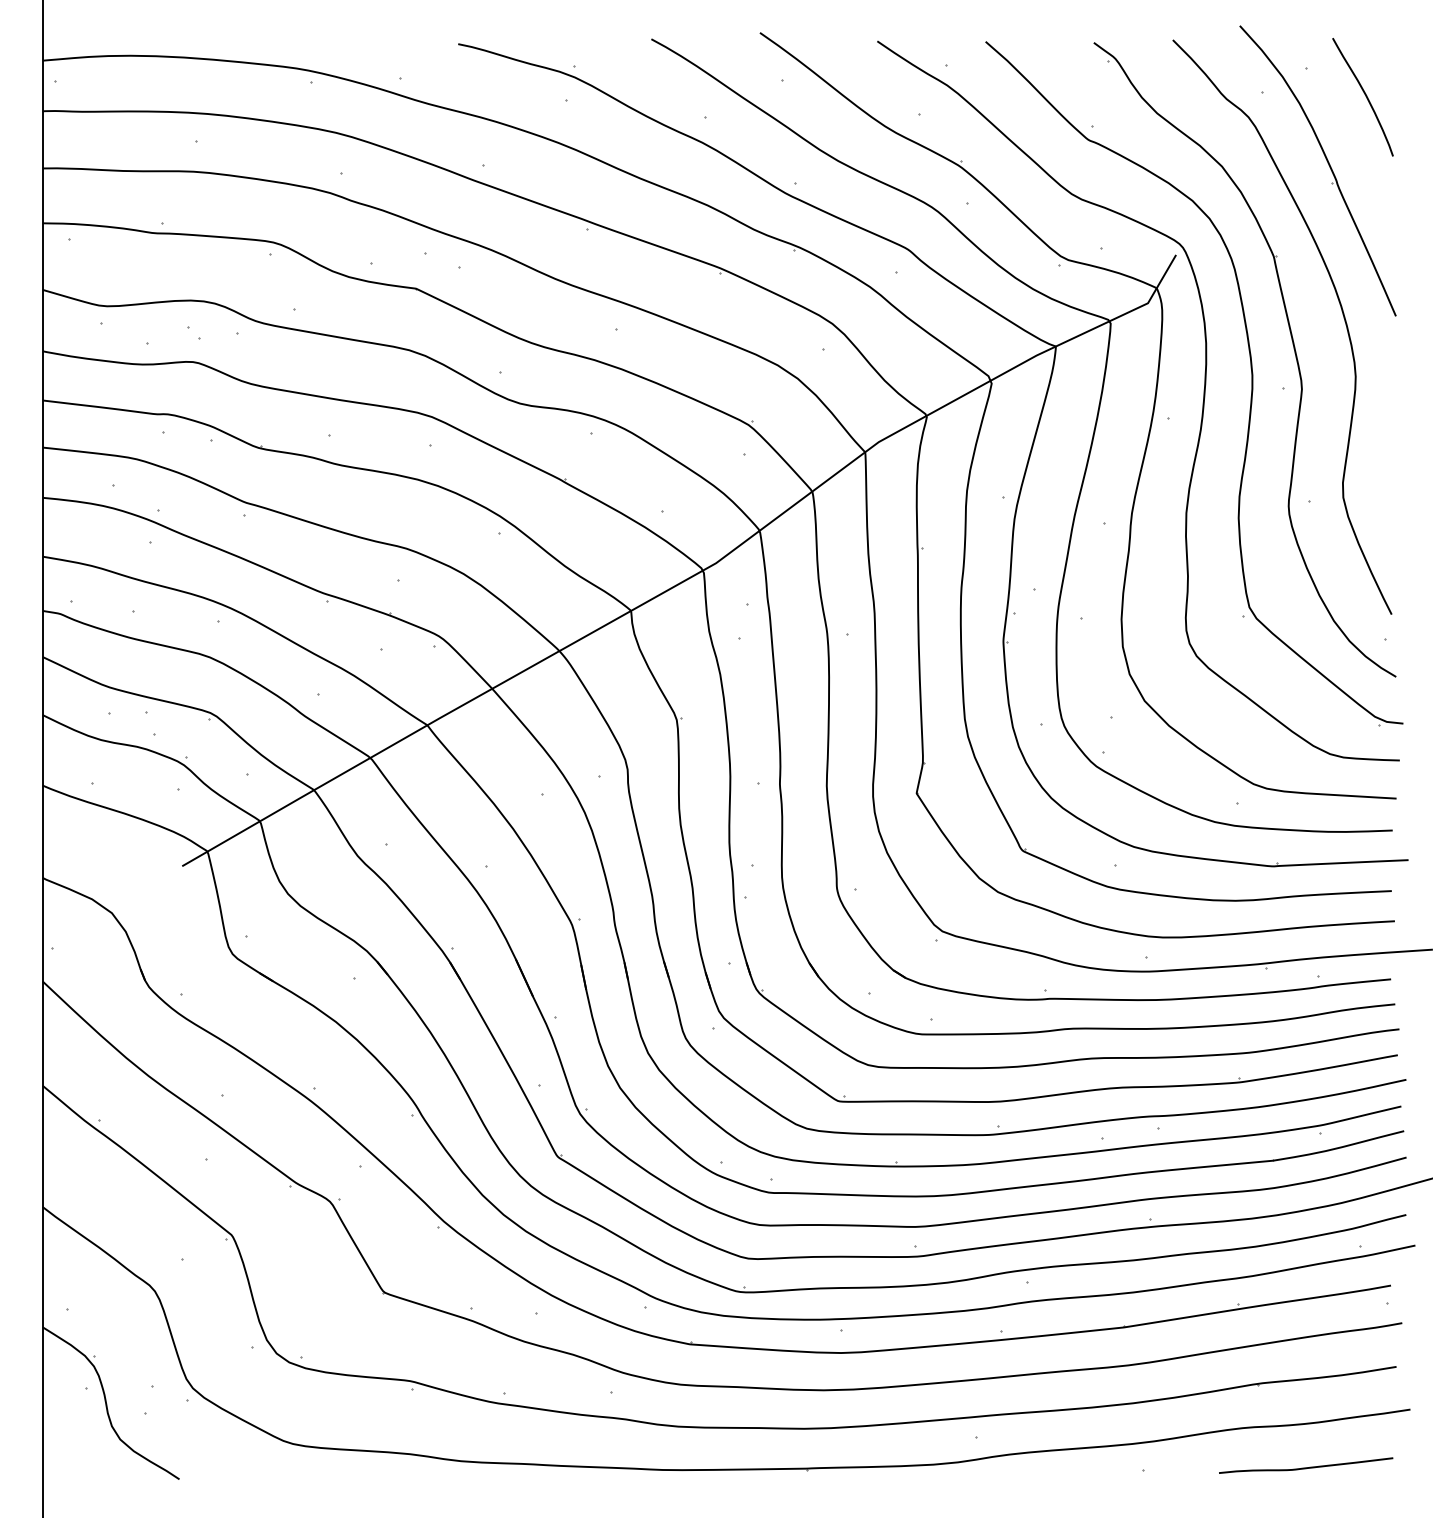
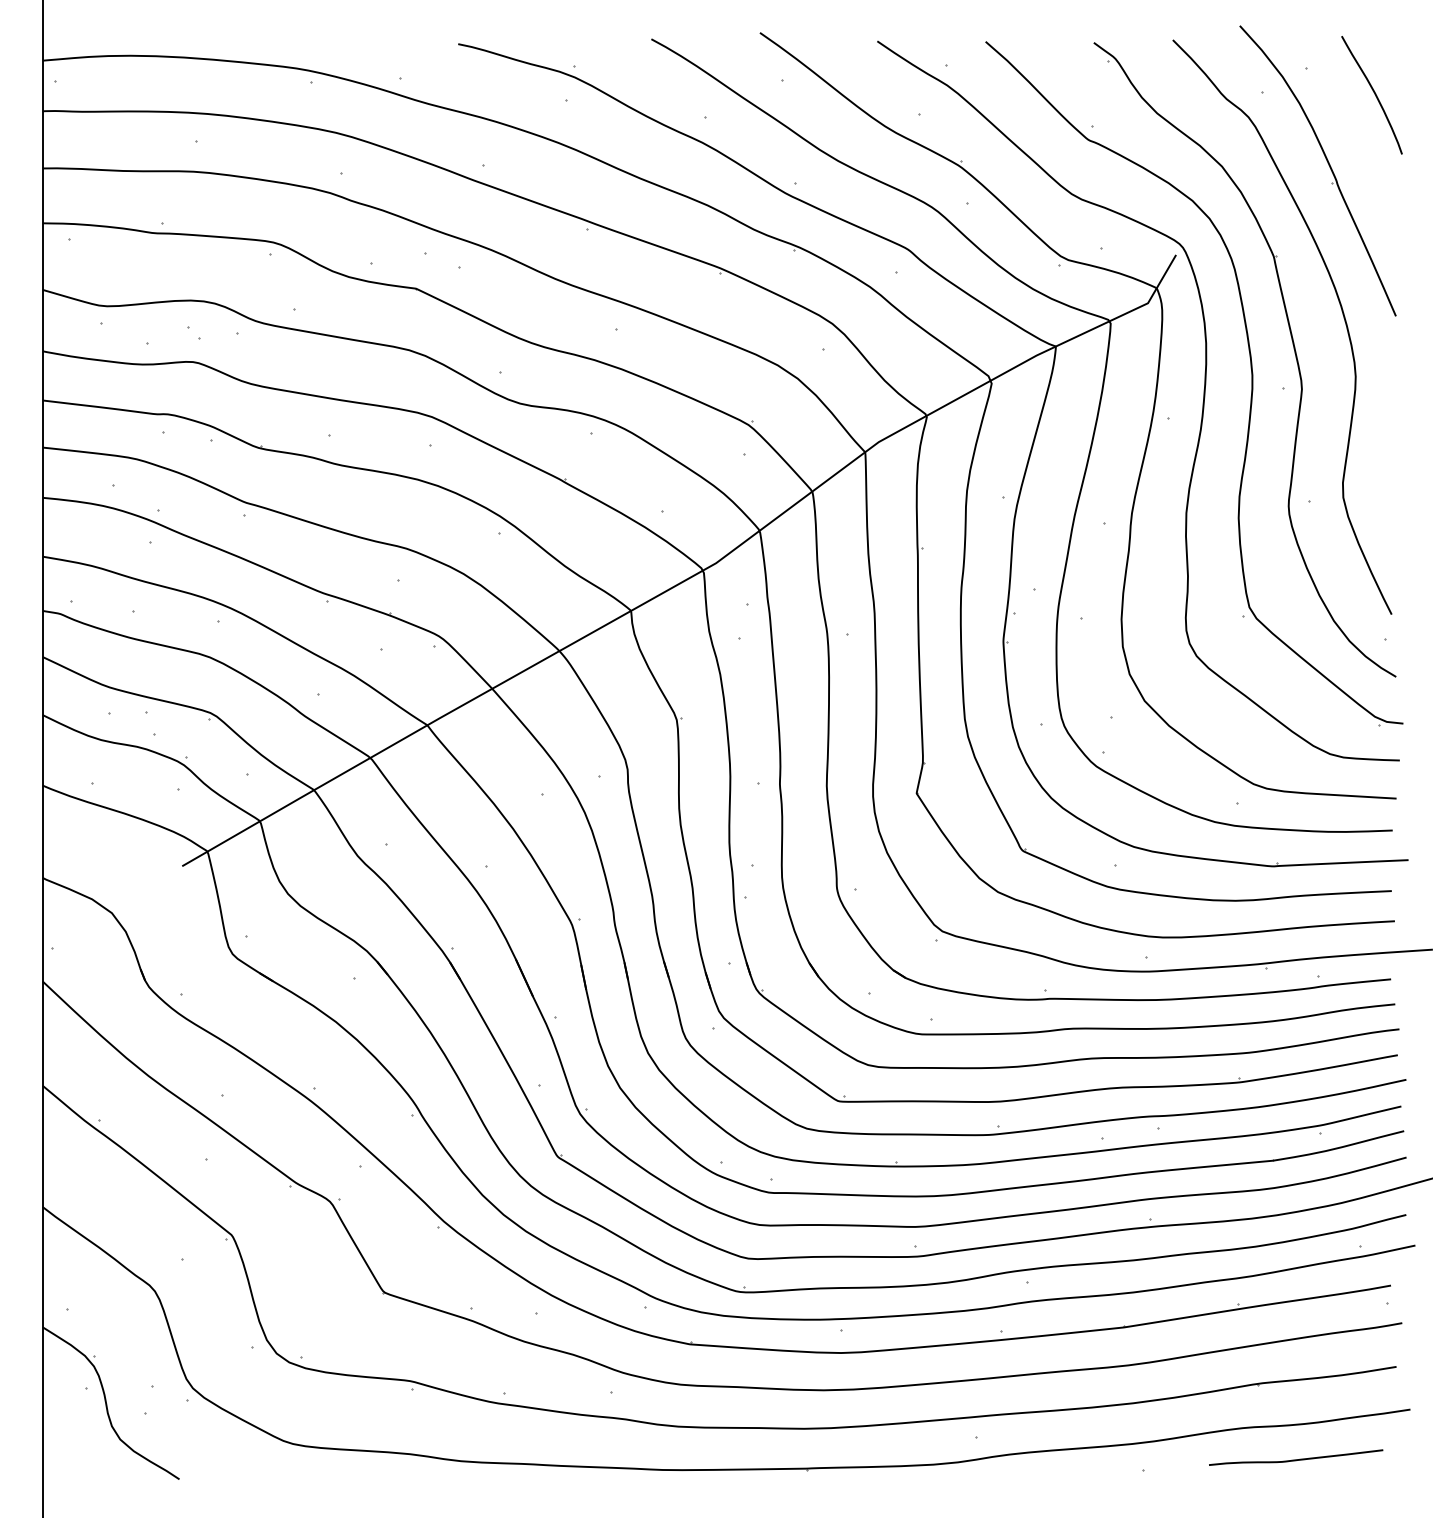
curve at (1365, 96) position: (1365, 96) -> (1374, 94)
curve at (1306, 1467) position: (1306, 1467) -> (1296, 1459)
